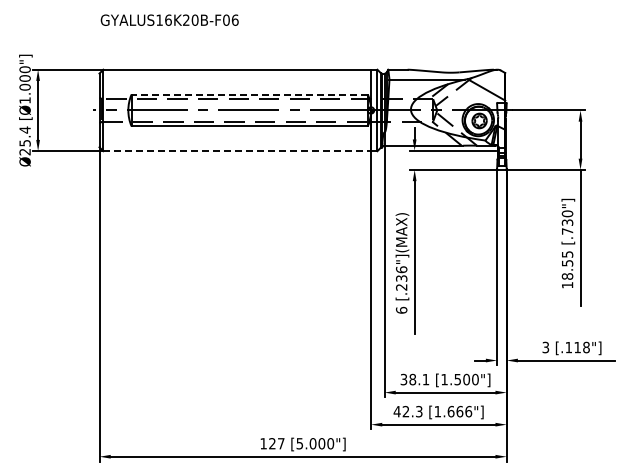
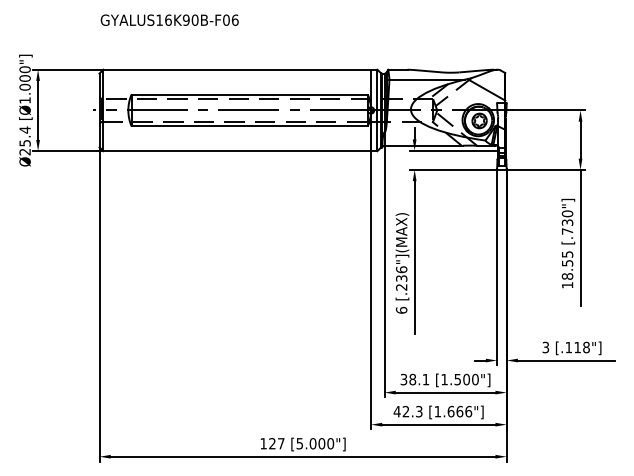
text at (185, 19): GYALUS16K20B-F06 -> GYALUS16K90B-F06
line at (249, 94): dashed -> solid
line at (237, 151): dashed -> solid
